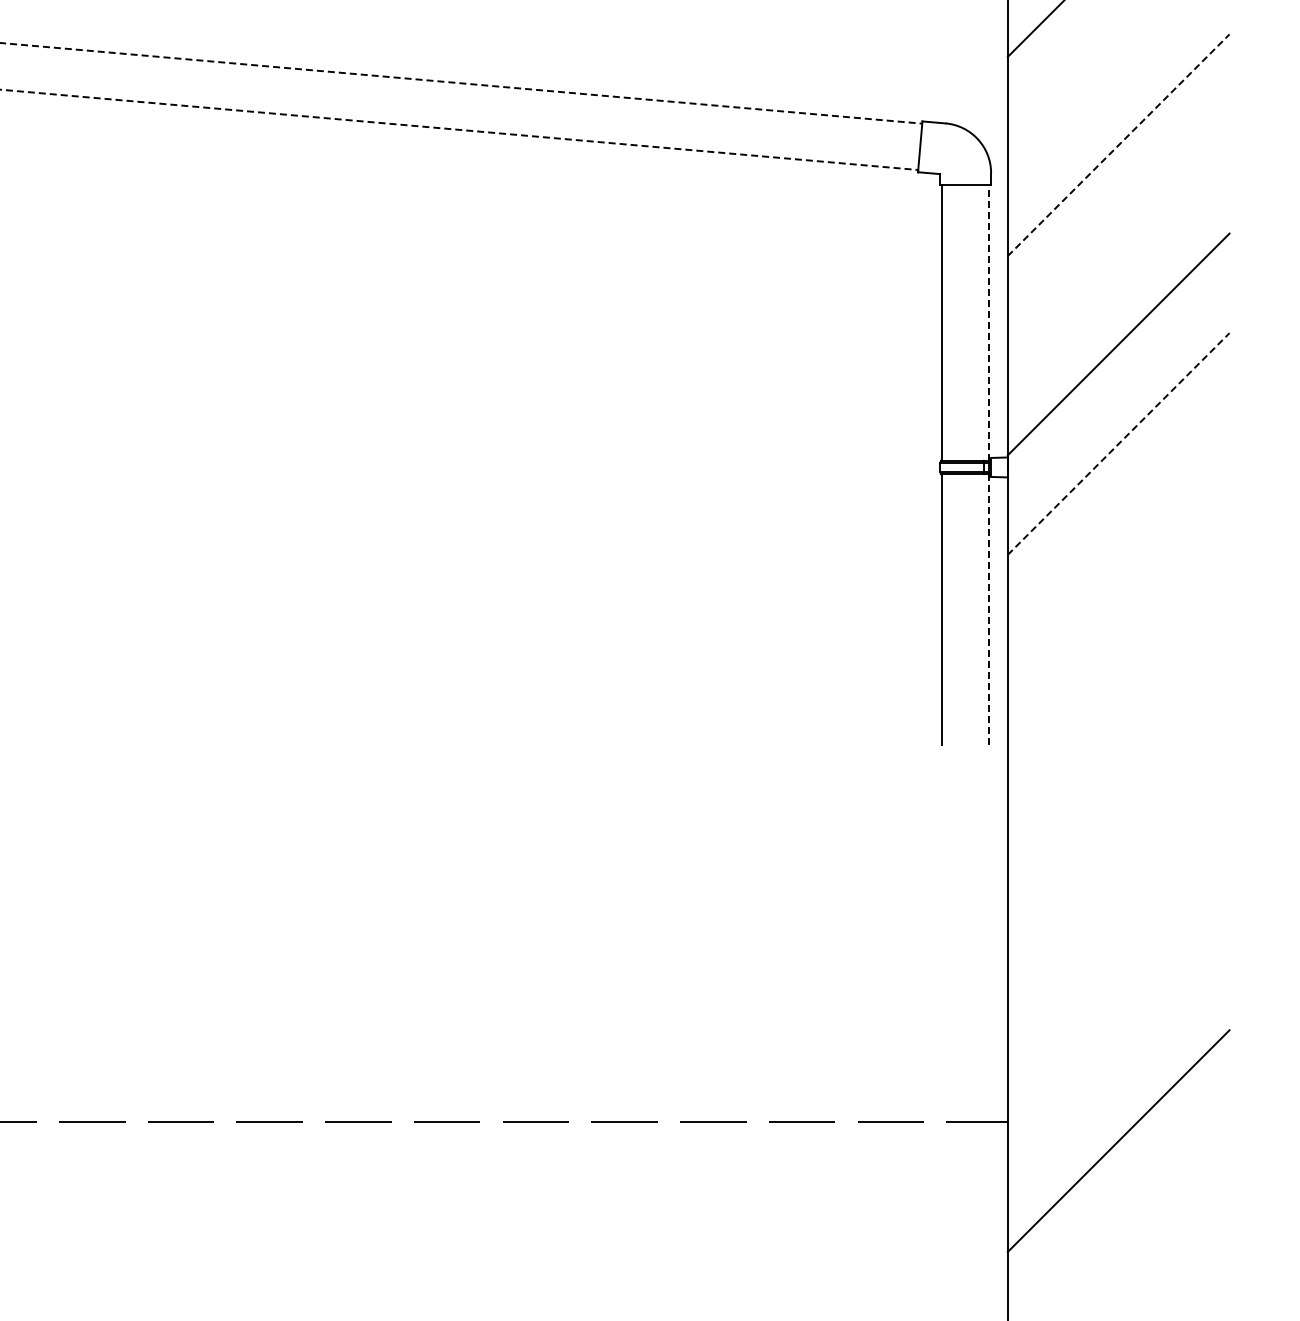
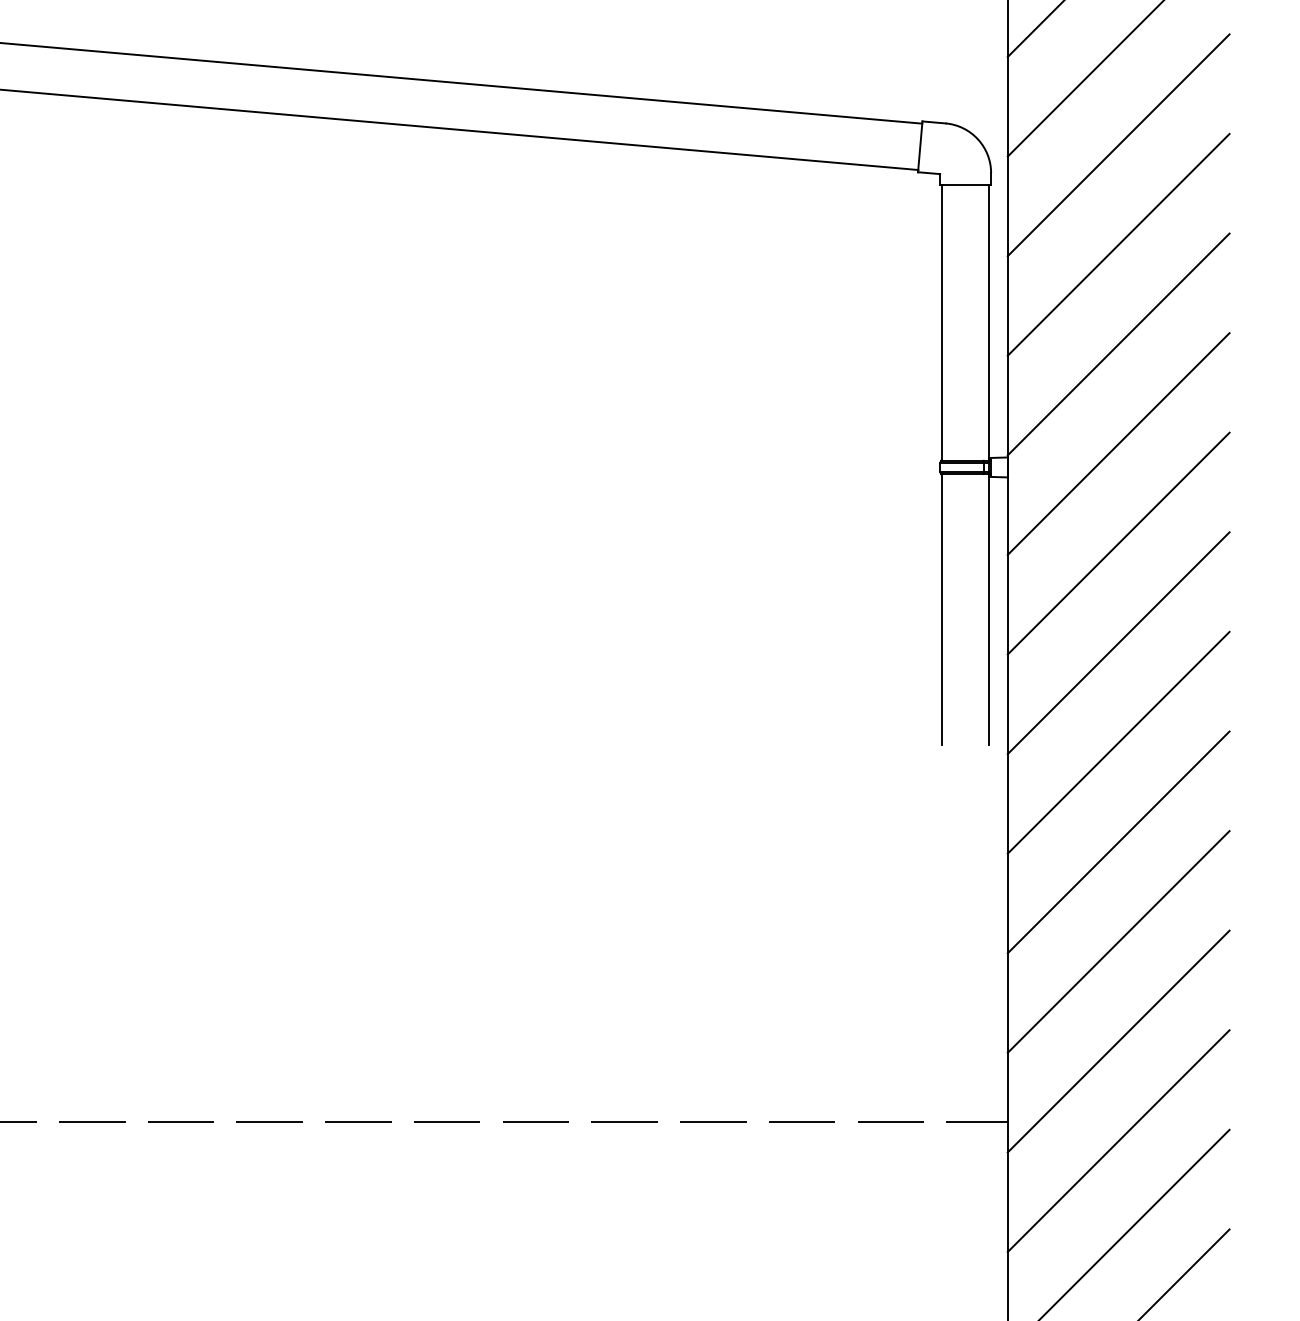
line at (1084, 79): none -> present
line at (462, 83): dashed -> solid
line at (460, 129): dashed -> solid
line at (1118, 145): dashed -> solid
line at (1118, 244): none -> present
line at (988, 323): dashed -> solid
line at (1118, 444): dashed -> solid
line at (1118, 543): none -> present
line at (988, 608): dashed -> solid
line at (1118, 643): none -> present
line at (1118, 742): none -> present
line at (1118, 842): none -> present
line at (1118, 941): none -> present
line at (1118, 1041): none -> present
line at (1135, 1223): none -> present
line at (1185, 1273): none -> present
